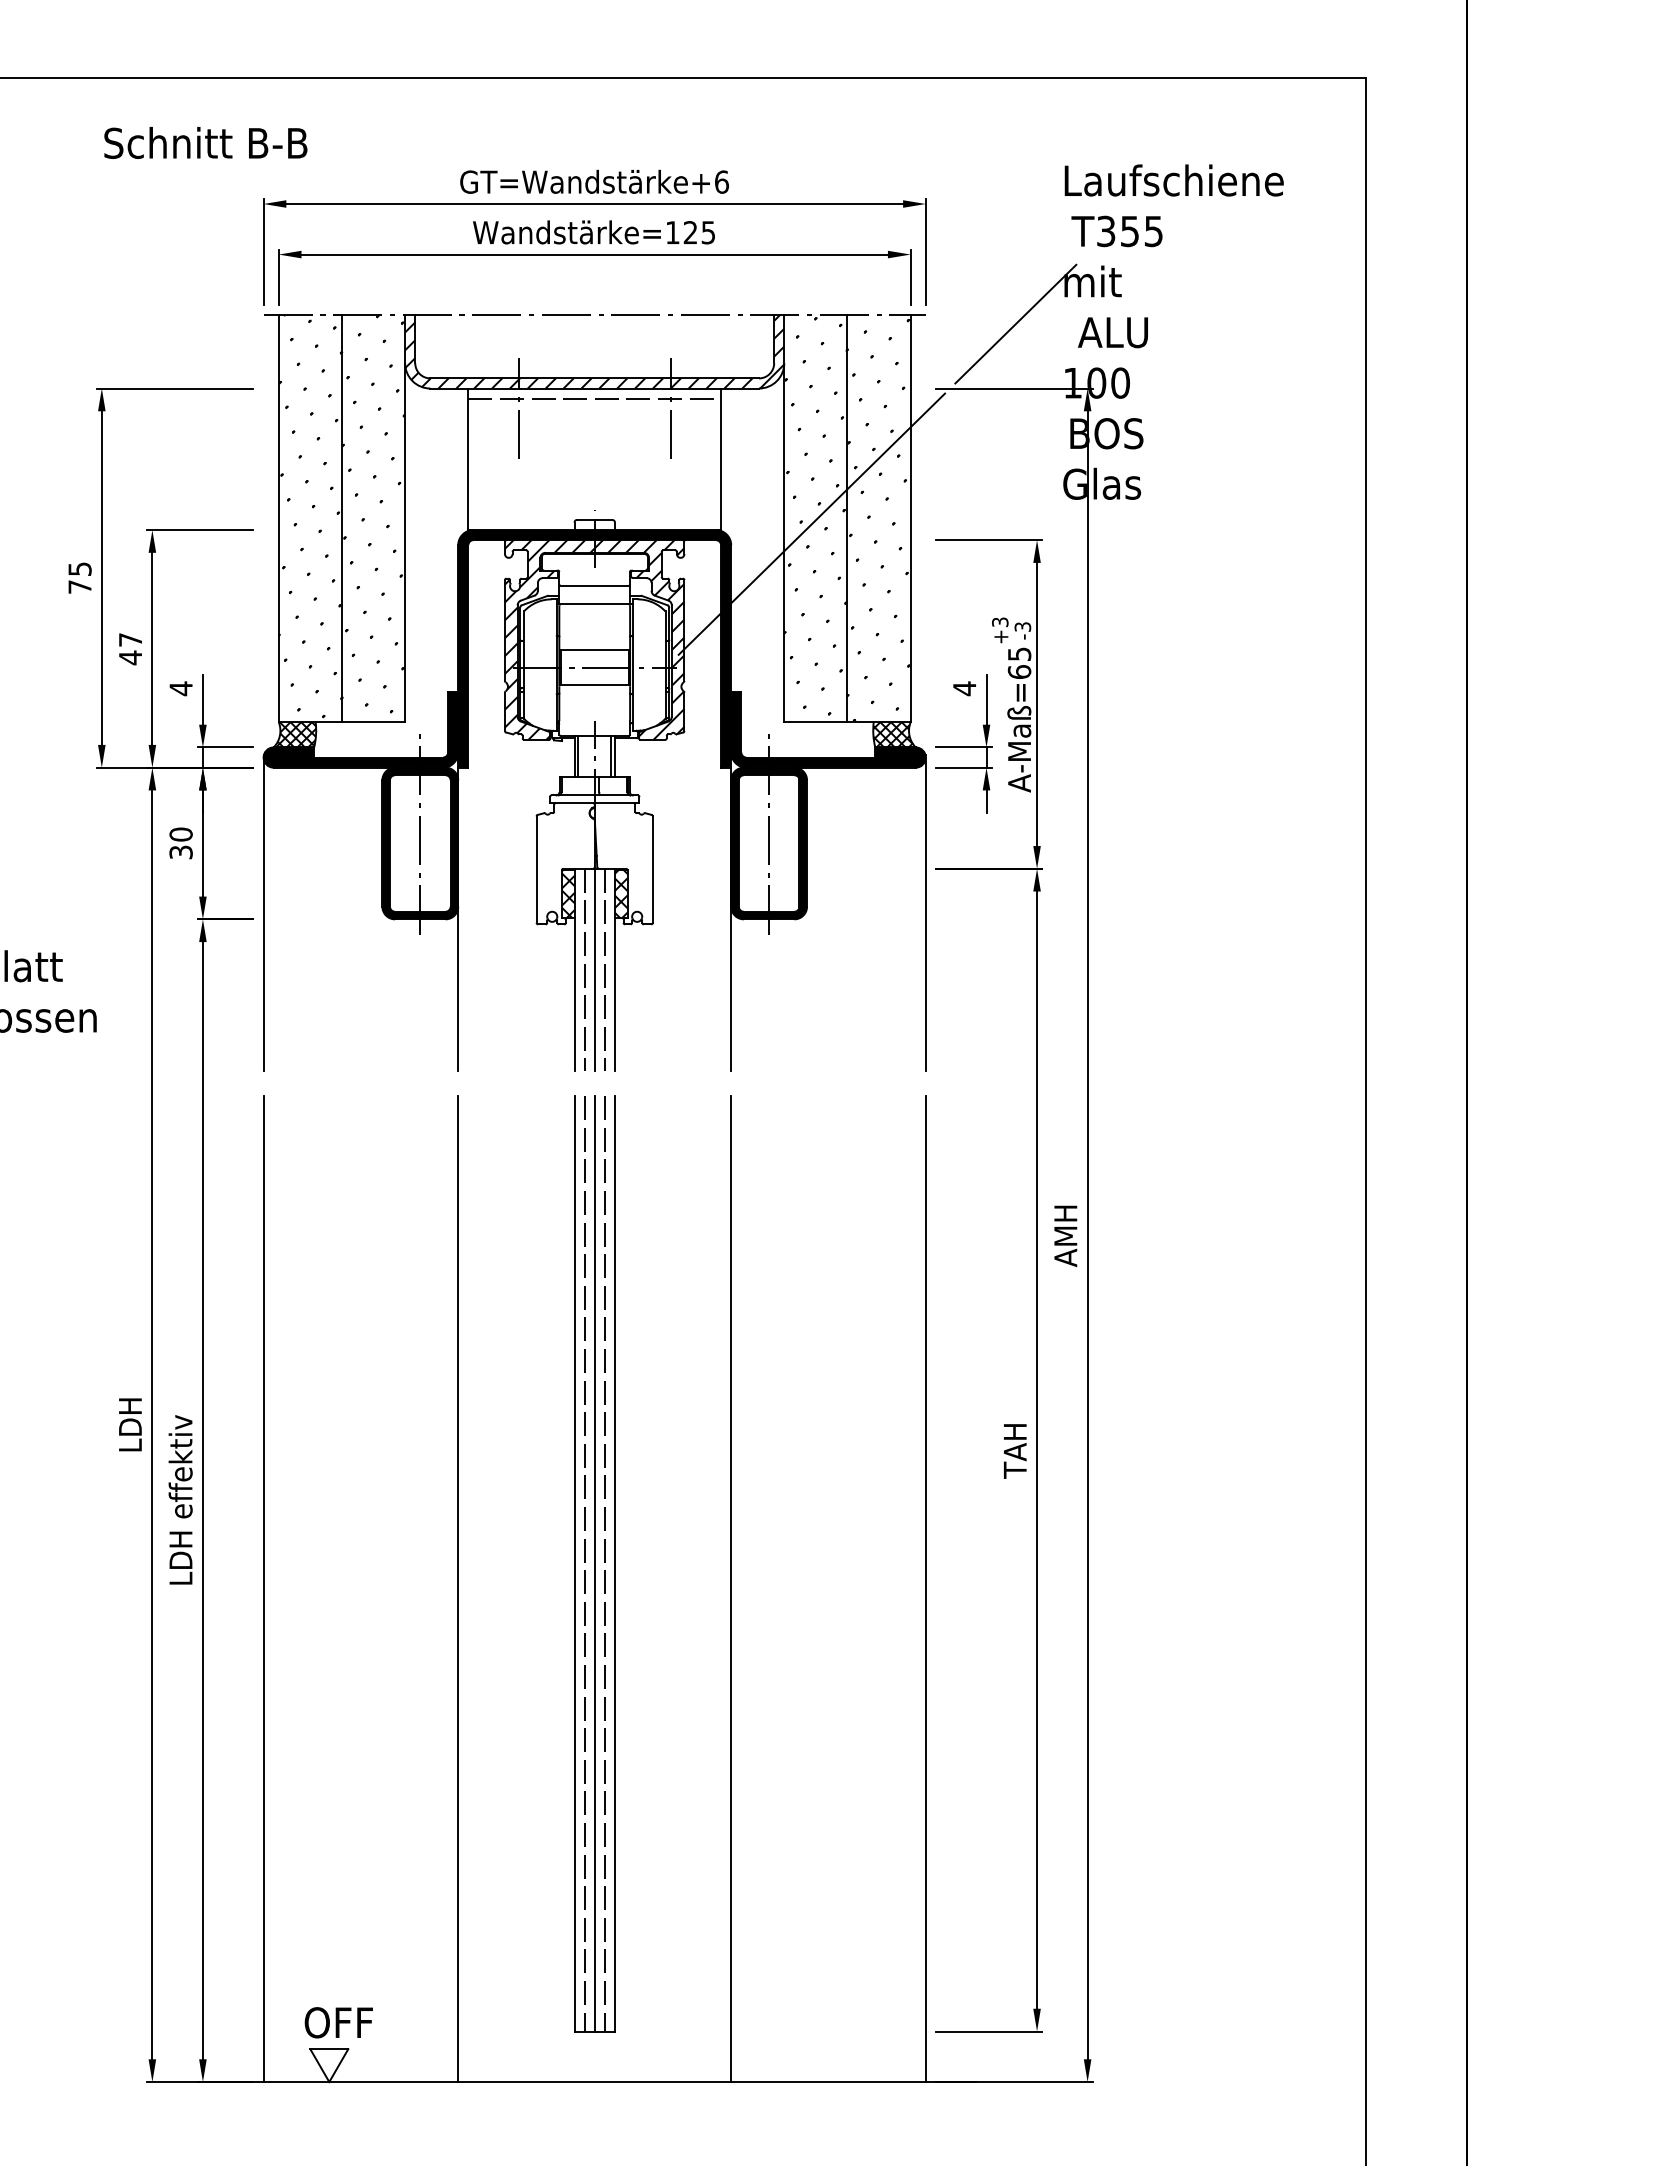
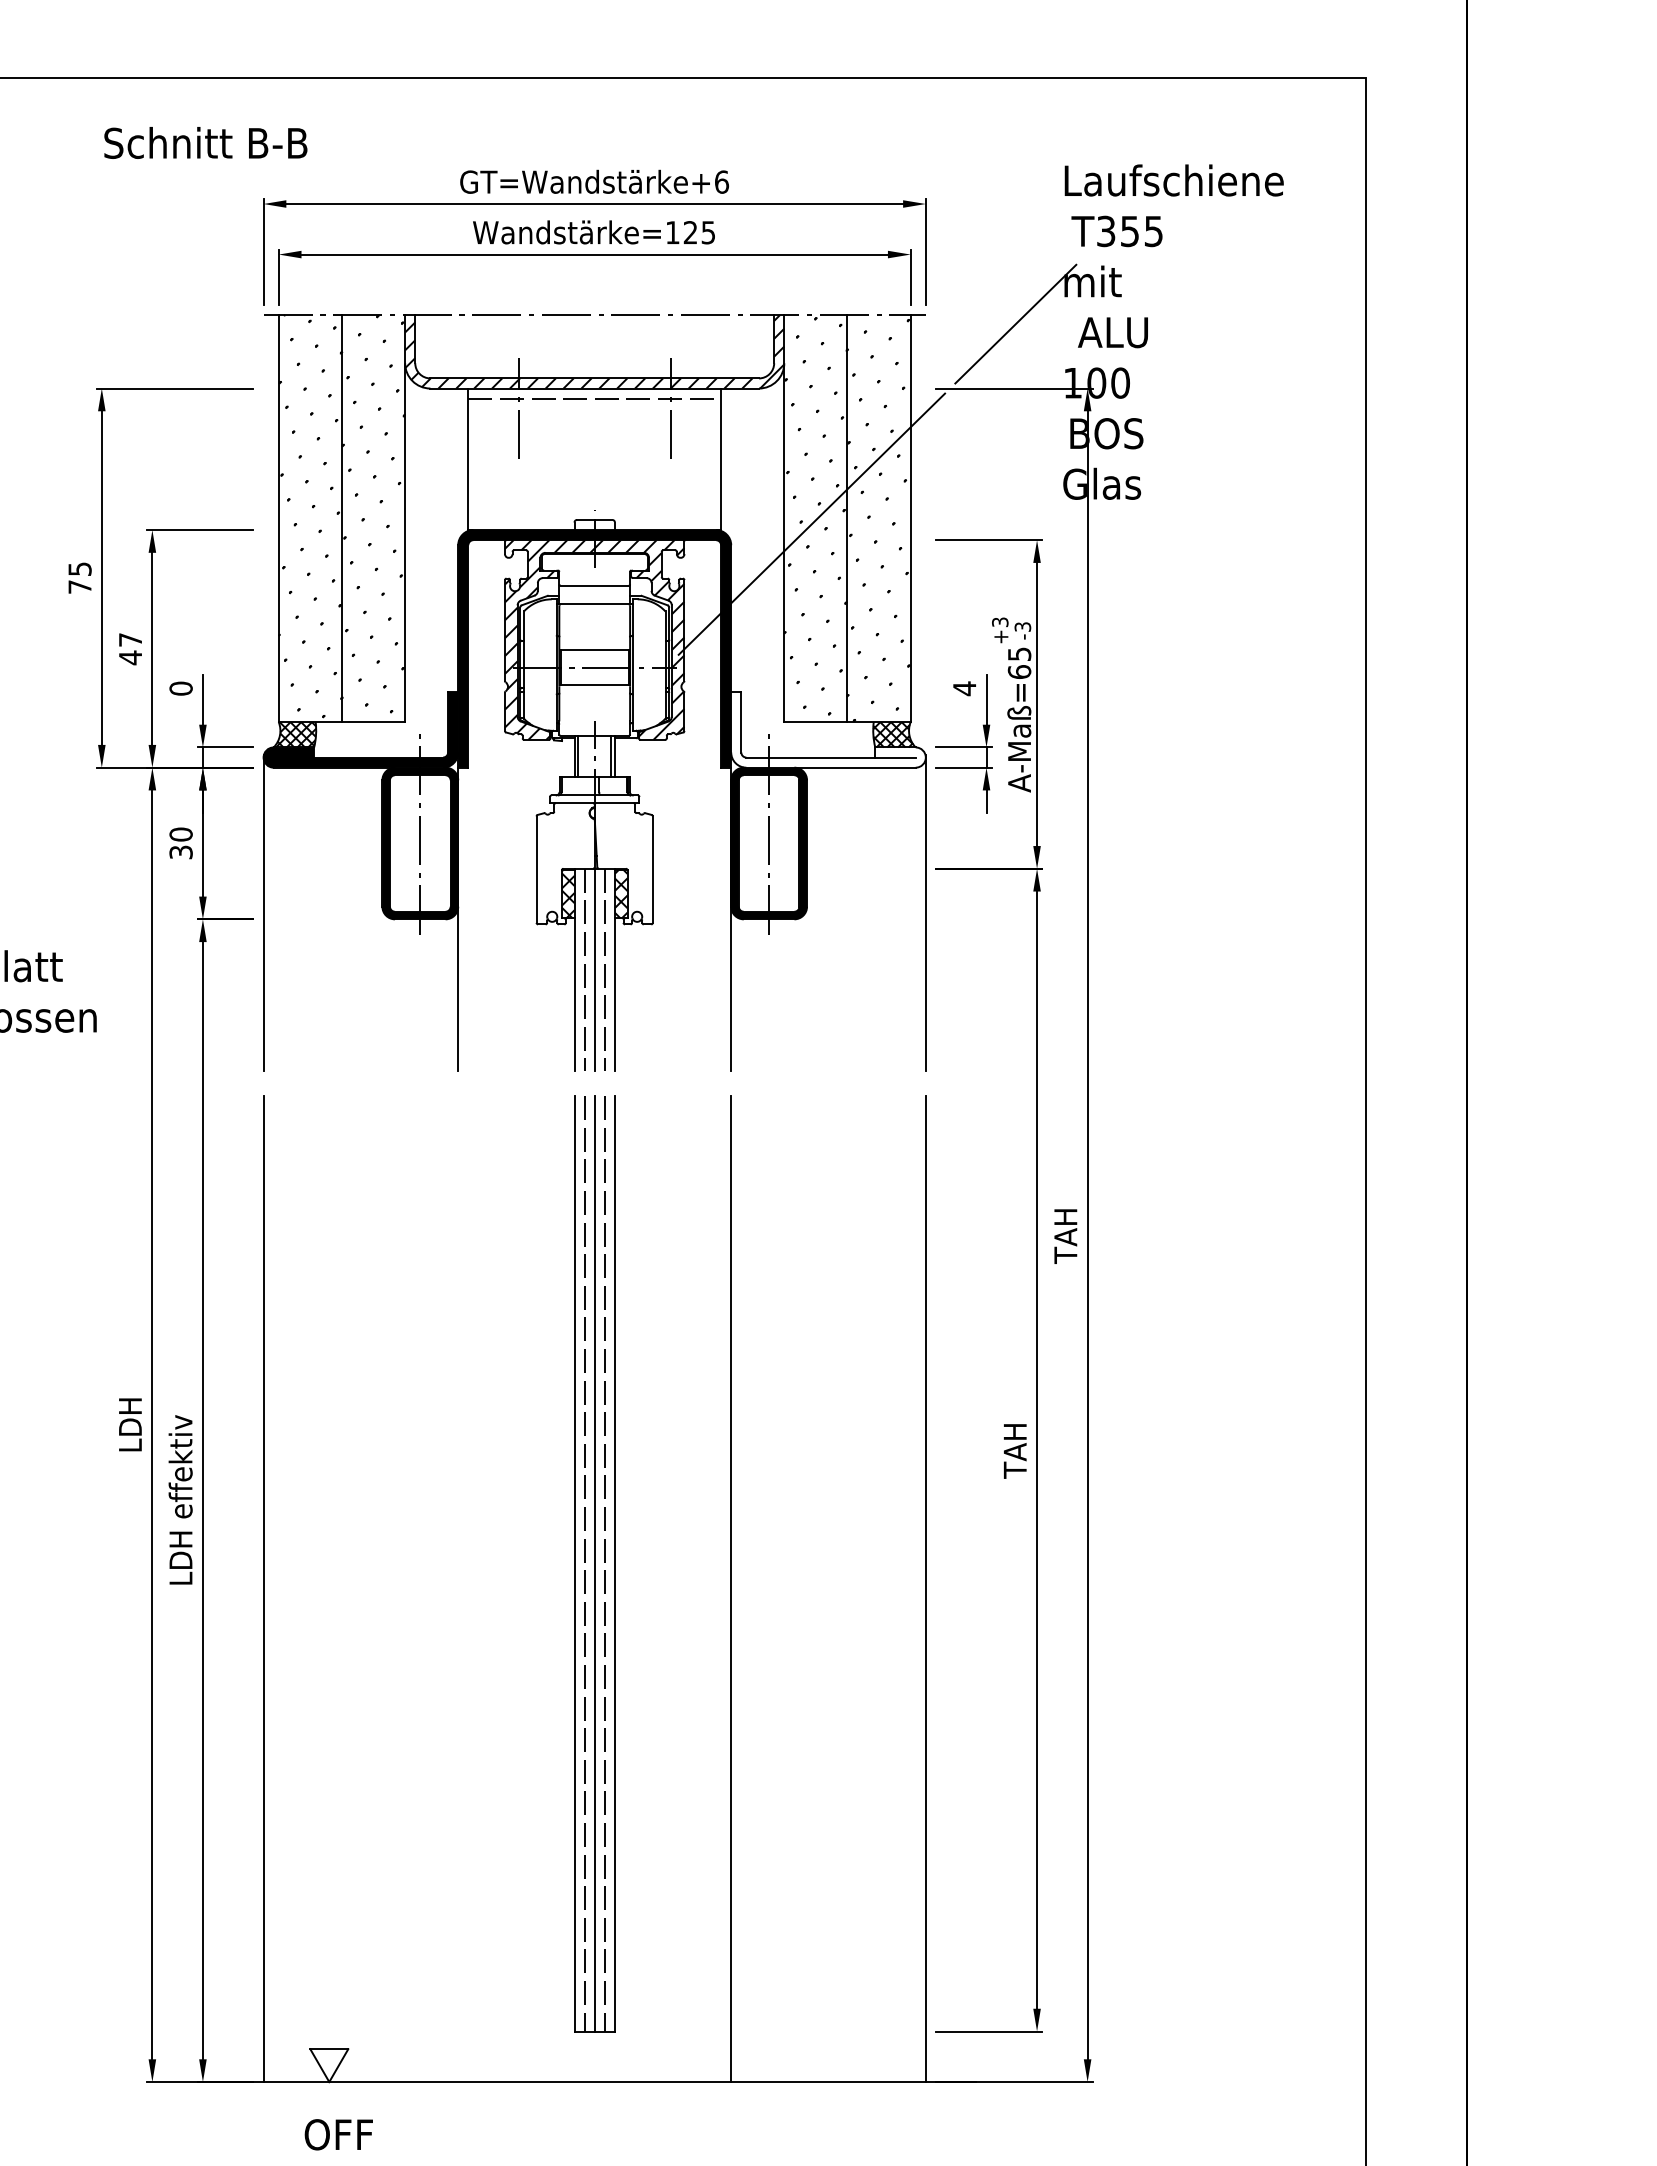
text at (180, 688): 4 -> 0
fill at (828, 729): present -> none
text at (1065, 1236): AMH -> TAH
line at (458, 1589): present -> none
text at (338, 2022) position: (338, 2022) -> (338, 2134)
